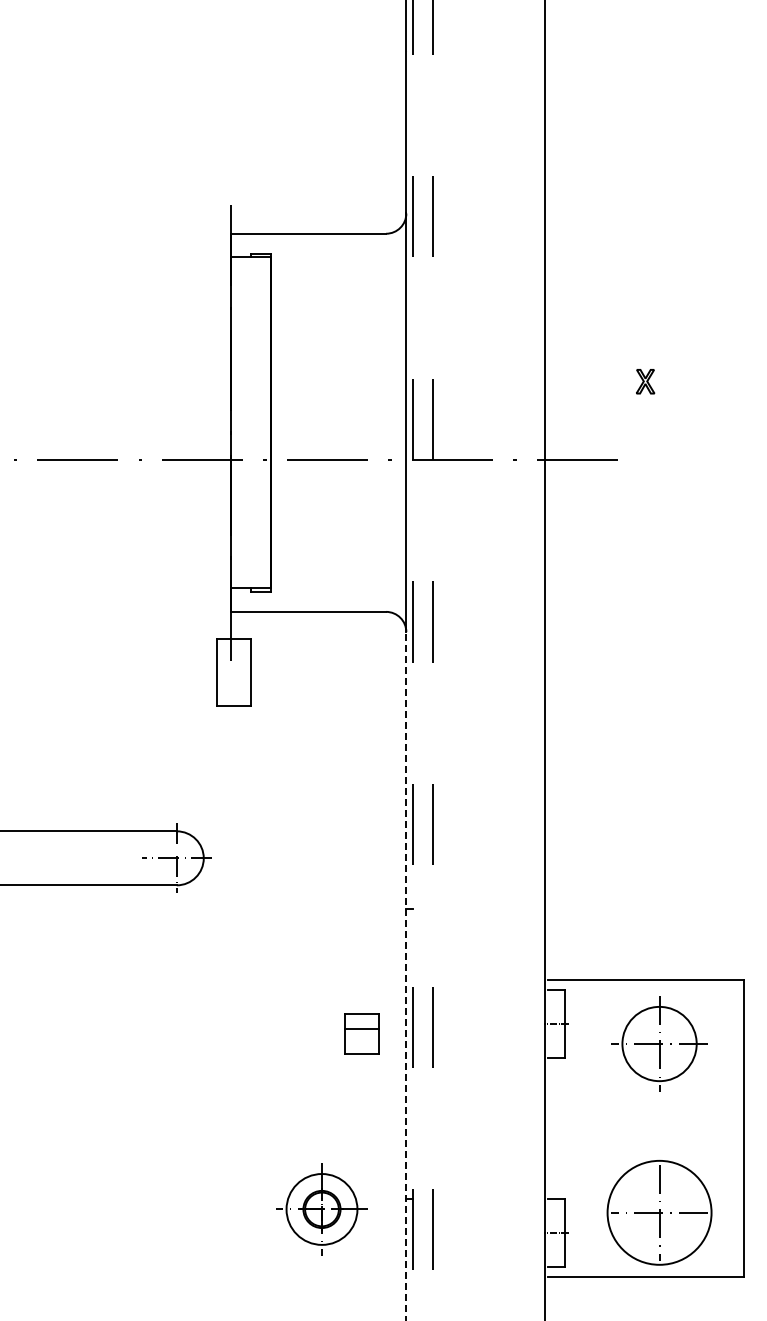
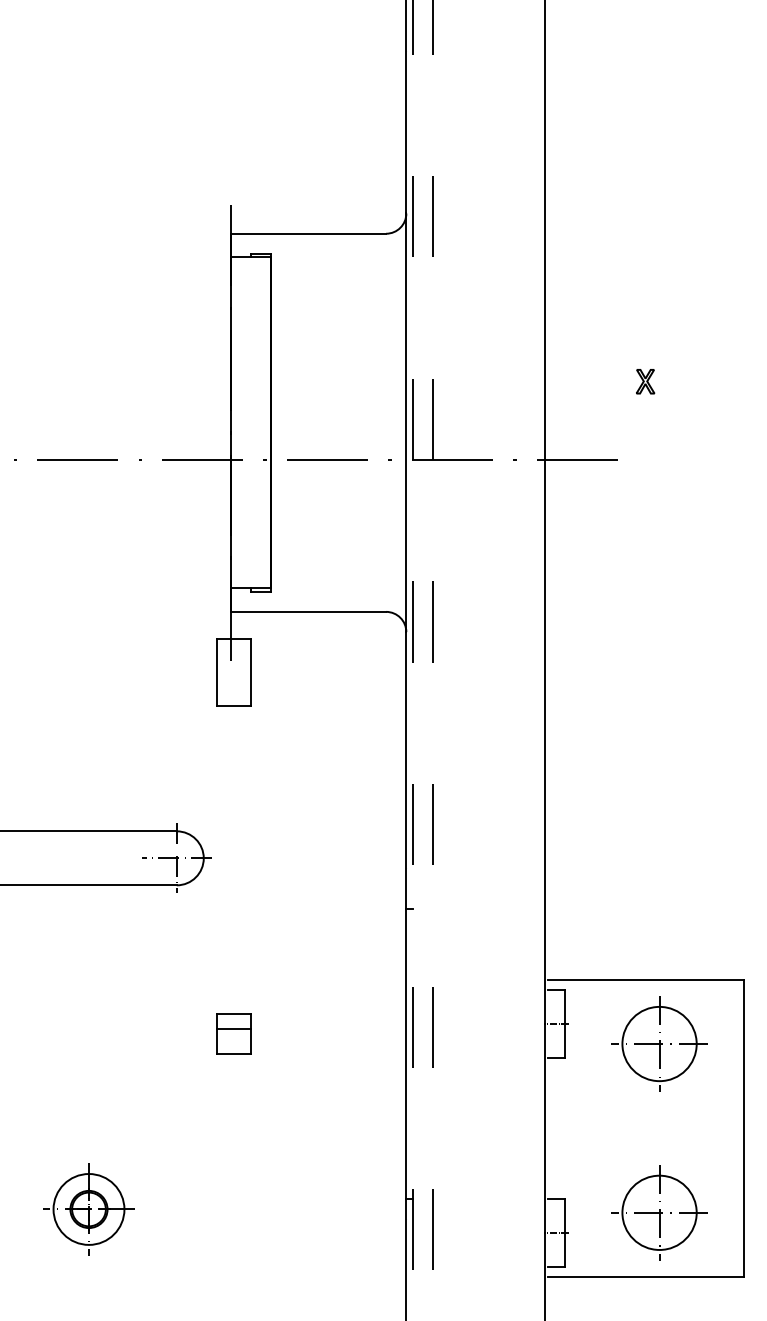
line at (406, 976): dashed -> solid
part at (361, 1033) position: (361, 1033) -> (233, 1033)
part at (321, 1209) position: (321, 1209) -> (88, 1209)
circle at (659, 1212) diameter: 104 px -> 74 px
